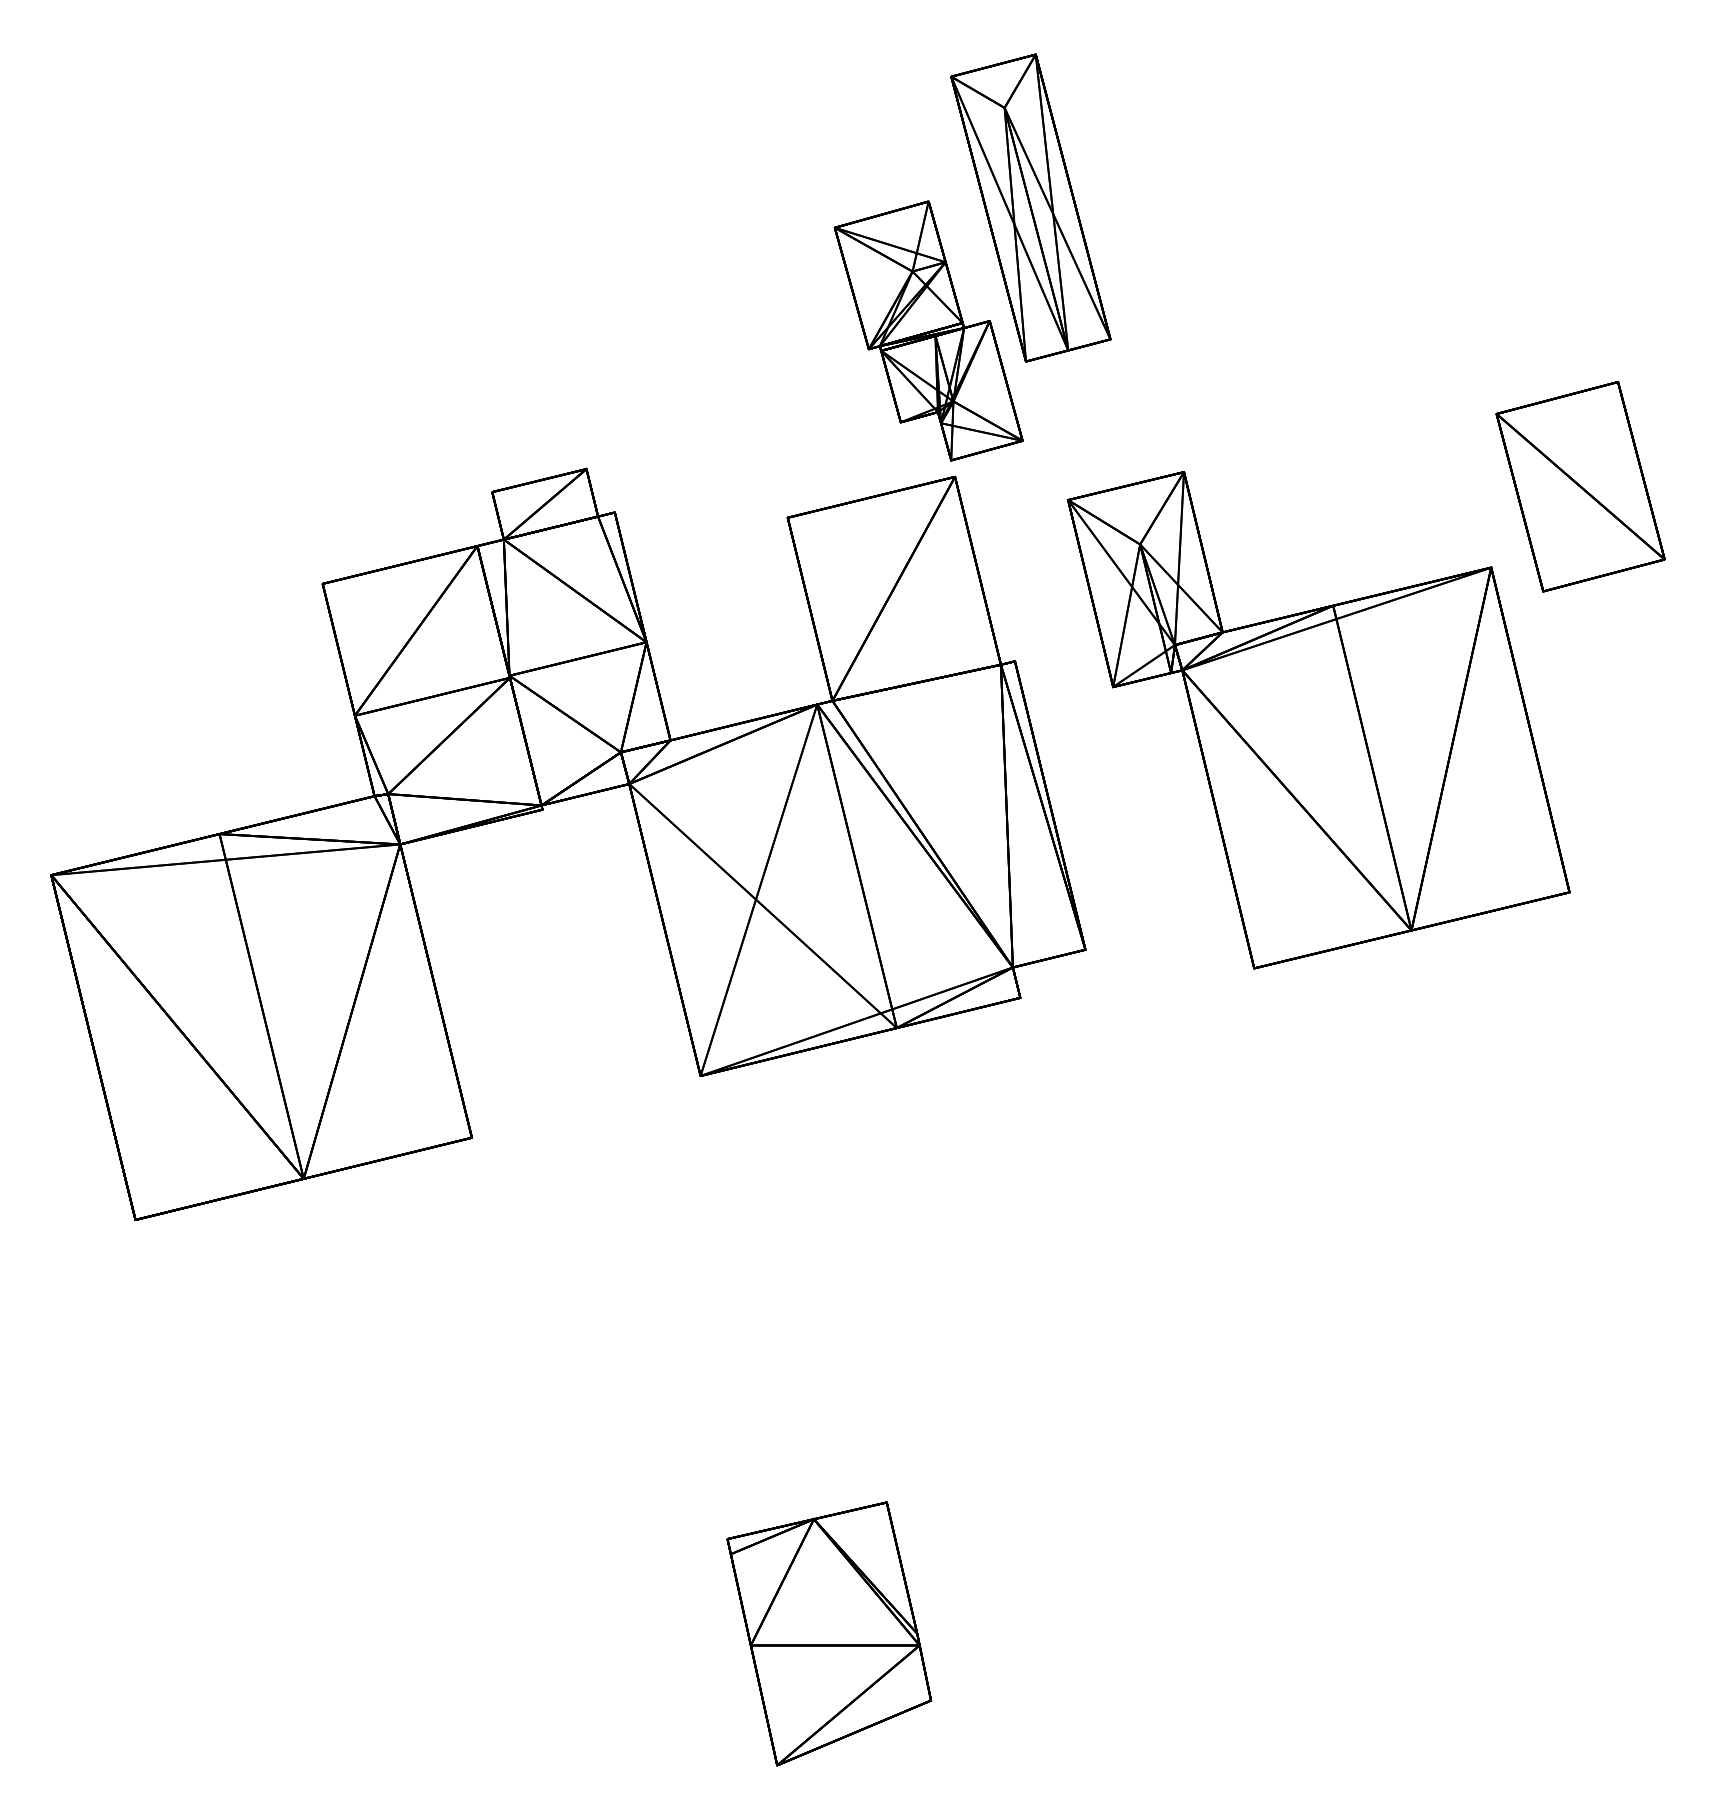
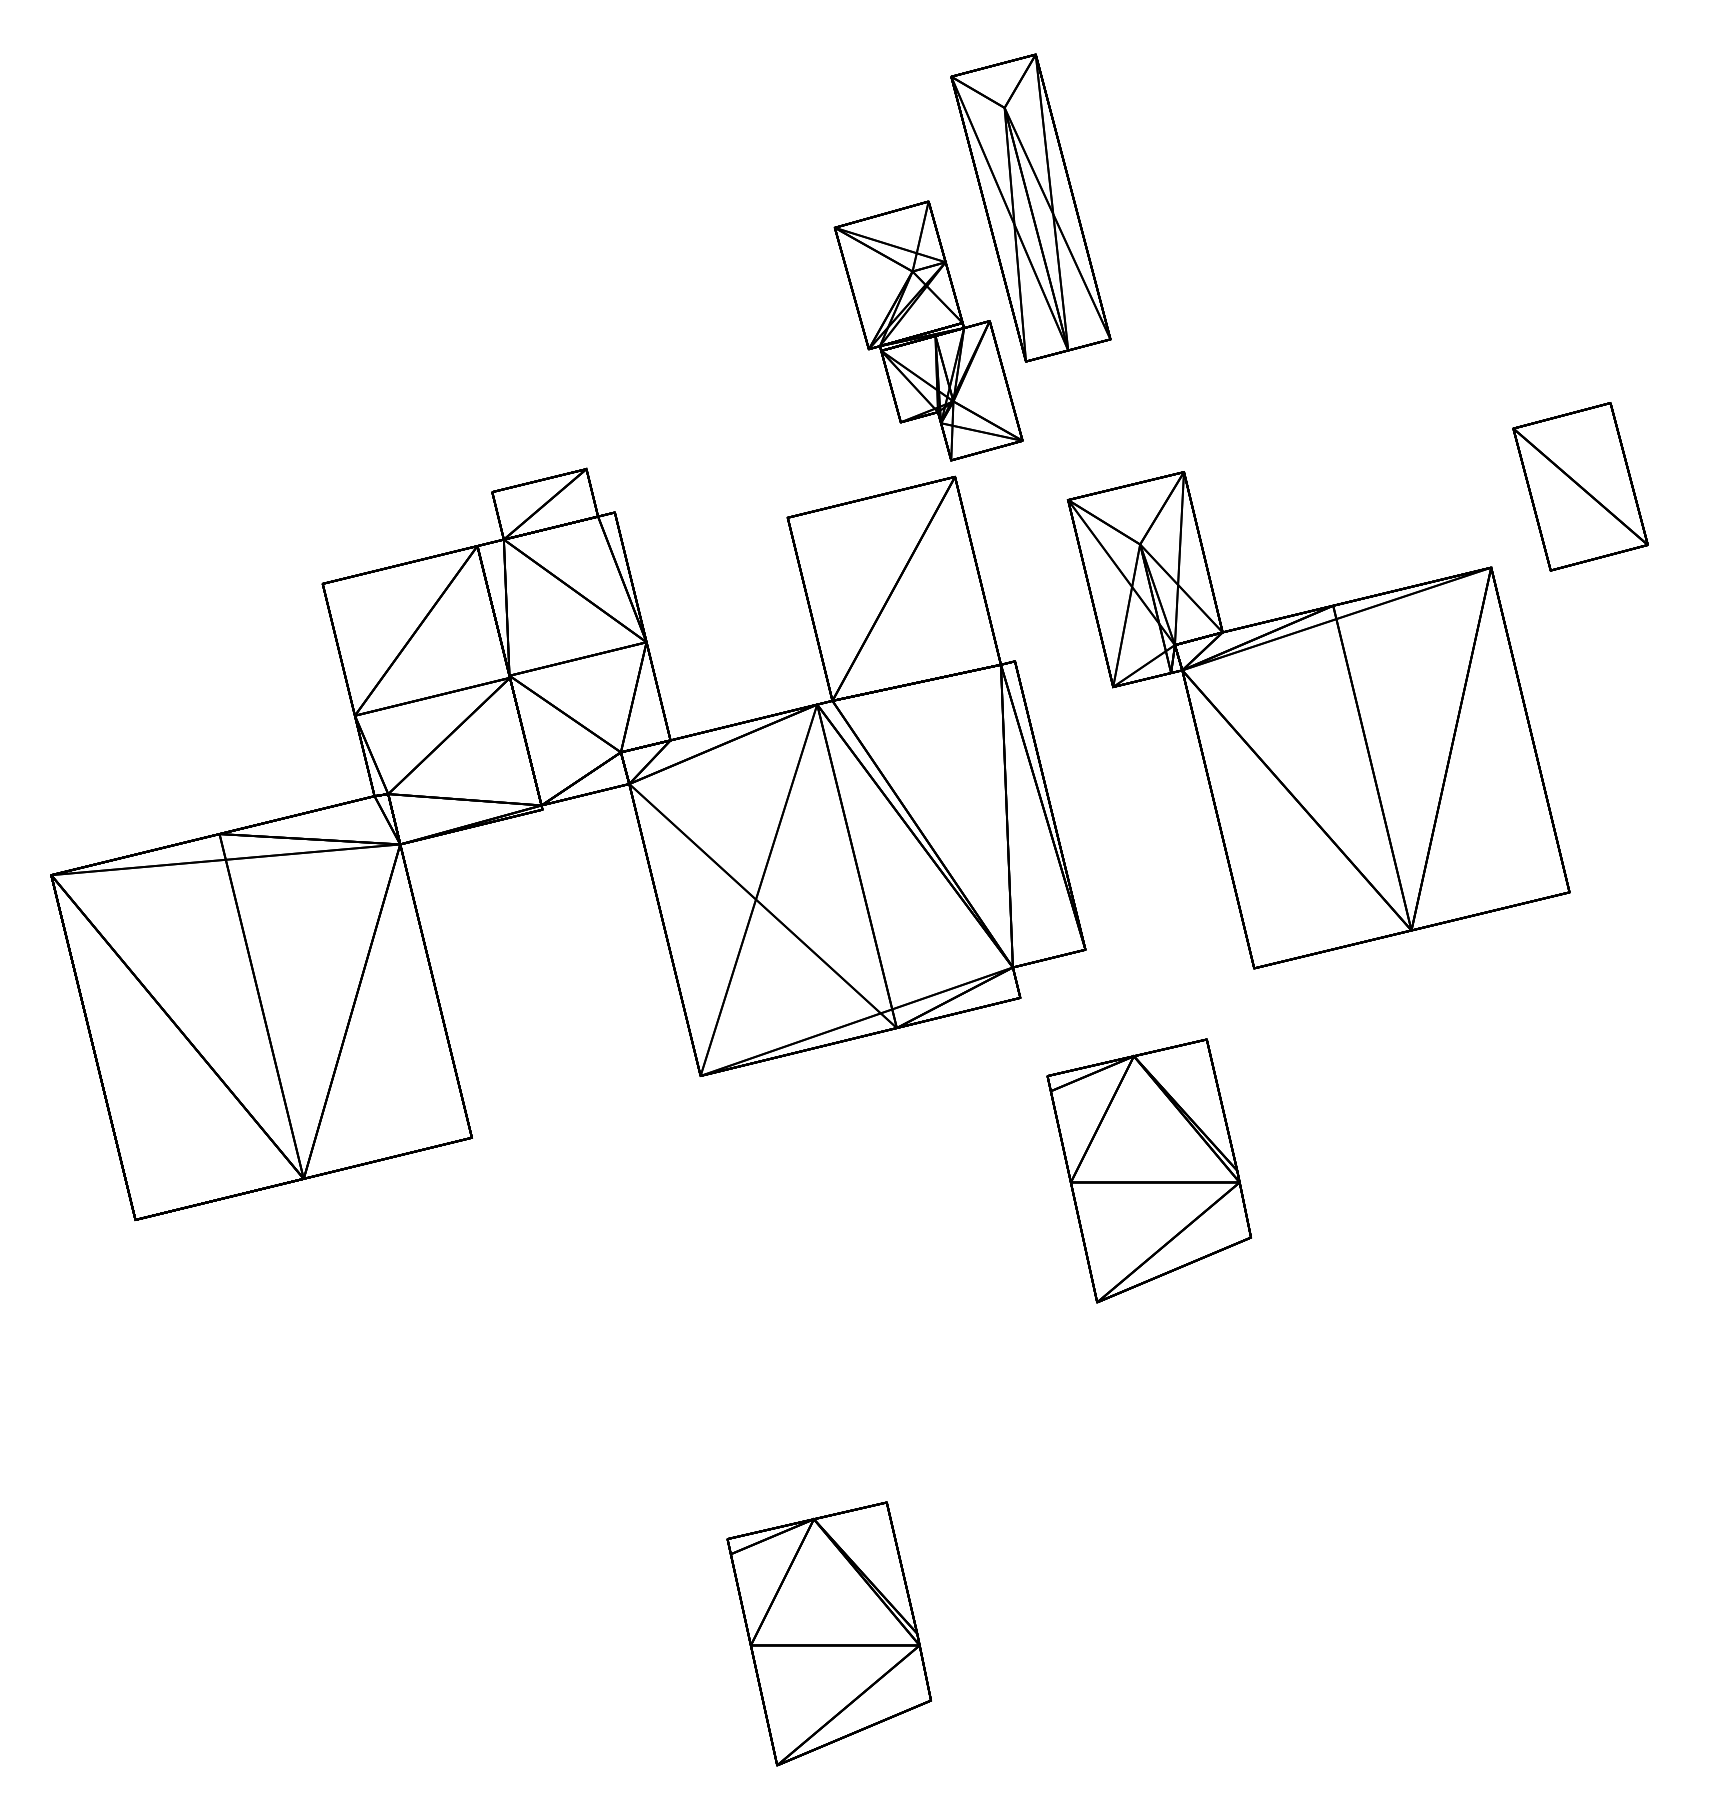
part at (1580, 486) size: 171x212 px -> 137x170 px
part at (1148, 1170): none -> present
